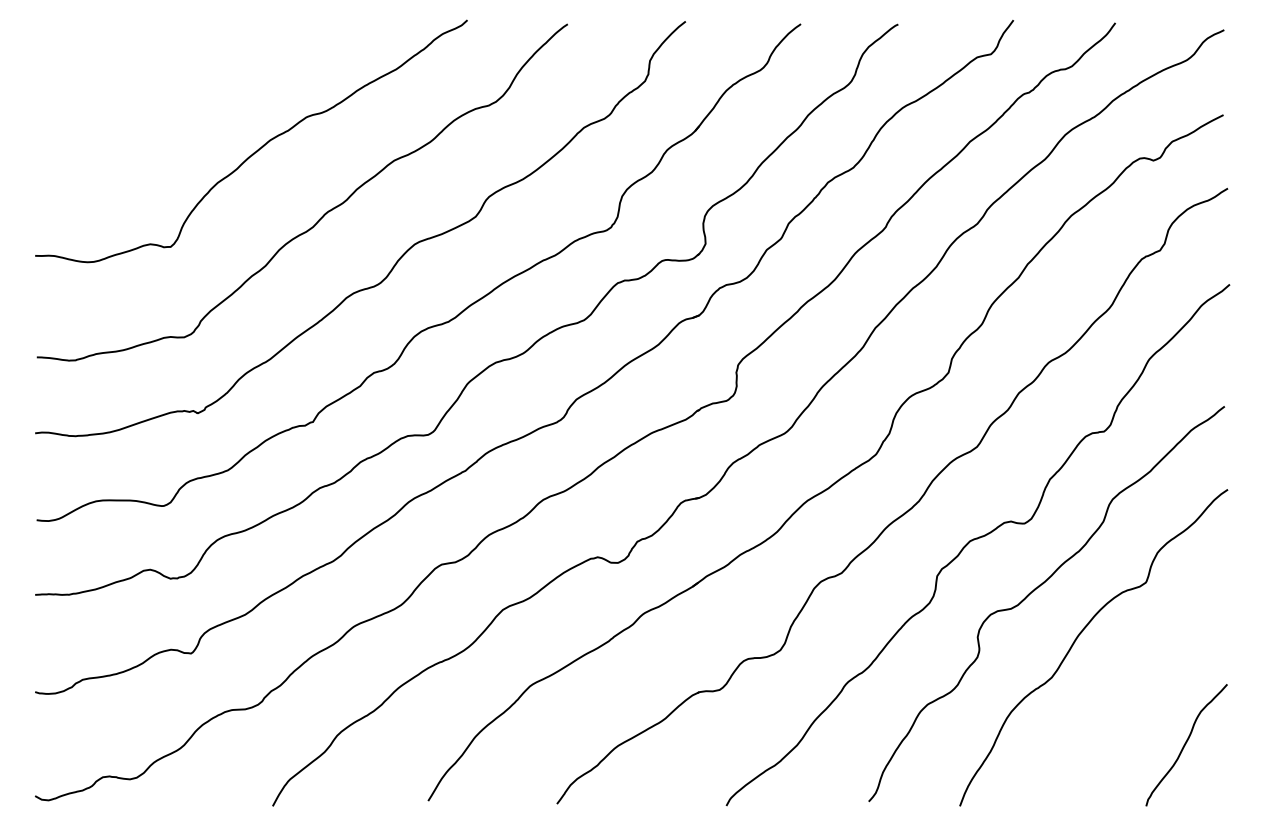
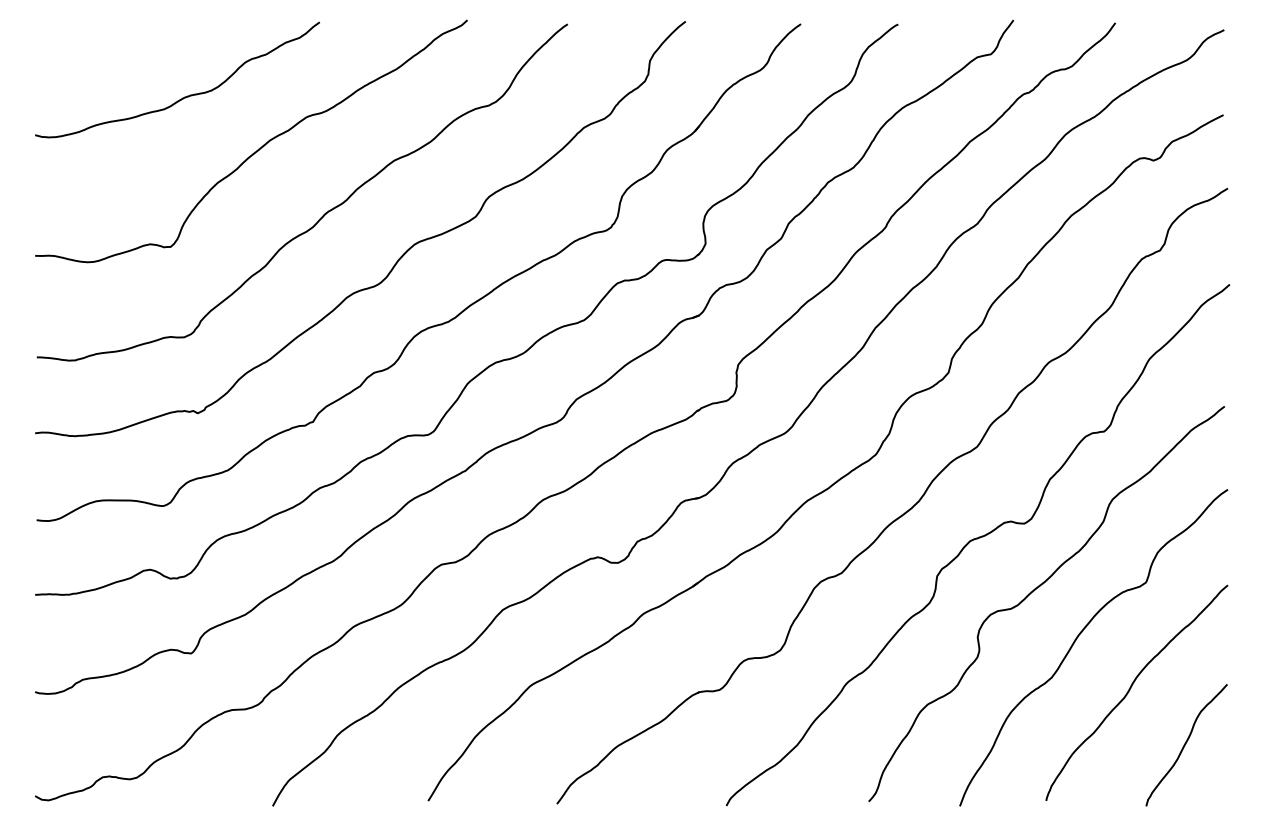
curve at (184, 96): none -> present
curve at (1130, 690): none -> present
